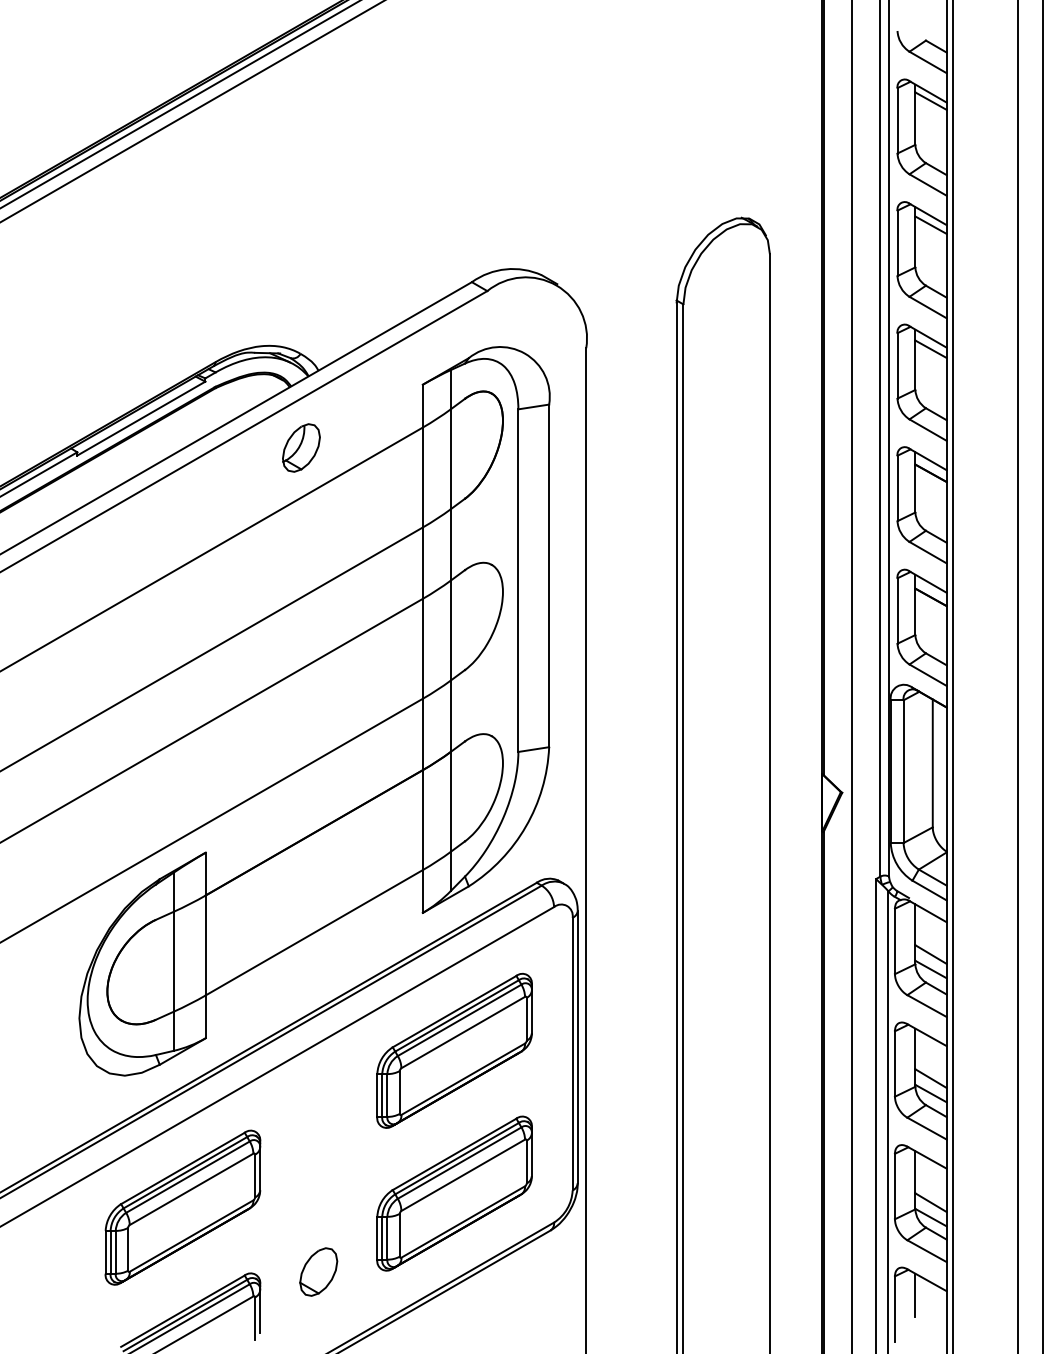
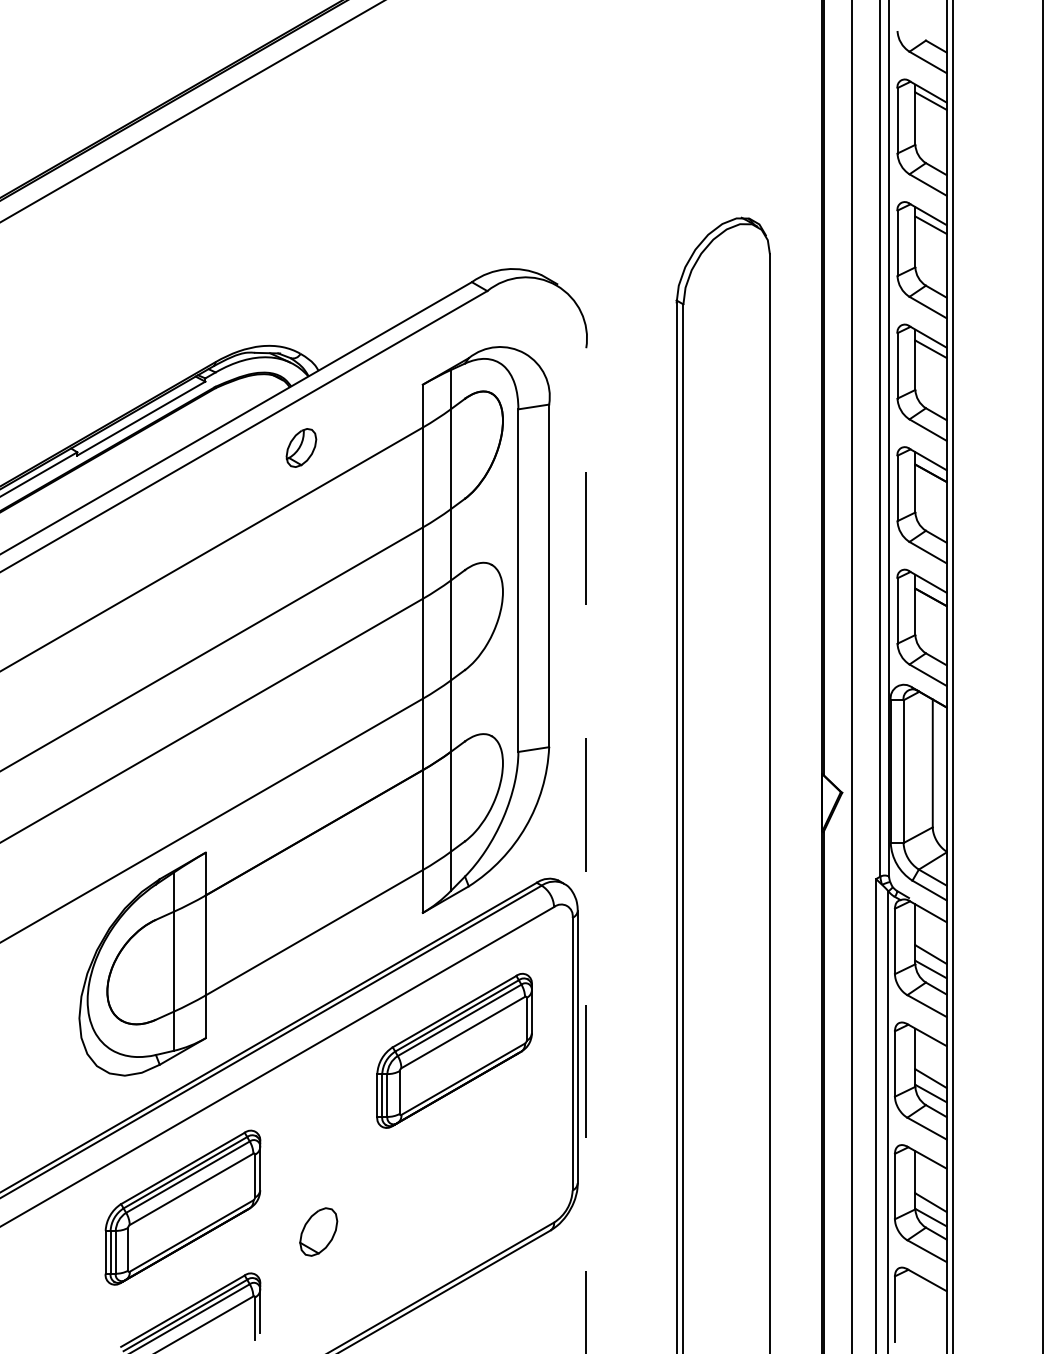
line at (179, 104): present -> none
part at (301, 447) size: 39x50 px -> 33x40 px
line at (1017, 676): present -> none
line at (586, 850): solid -> dashed
part at (454, 1193): present -> none
part at (318, 1271) position: (318, 1271) -> (318, 1231)
line at (915, 1295): present -> none
